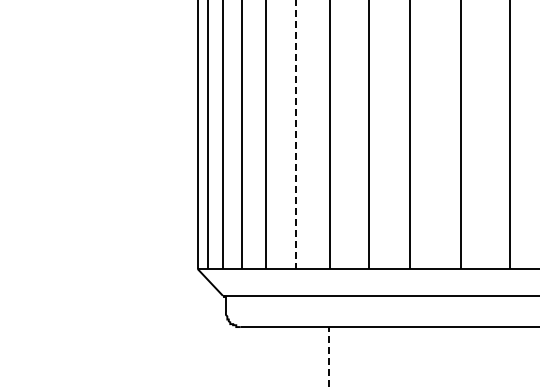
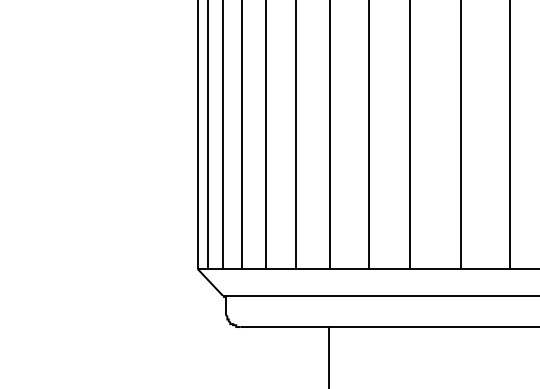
line at (295, 135): dashed -> solid
line at (328, 357): dashed -> solid
